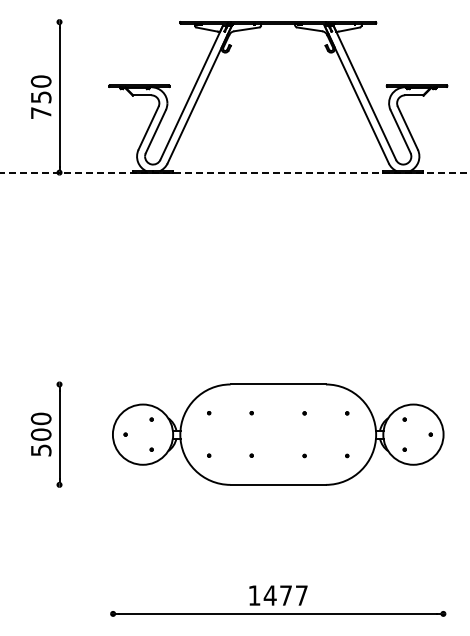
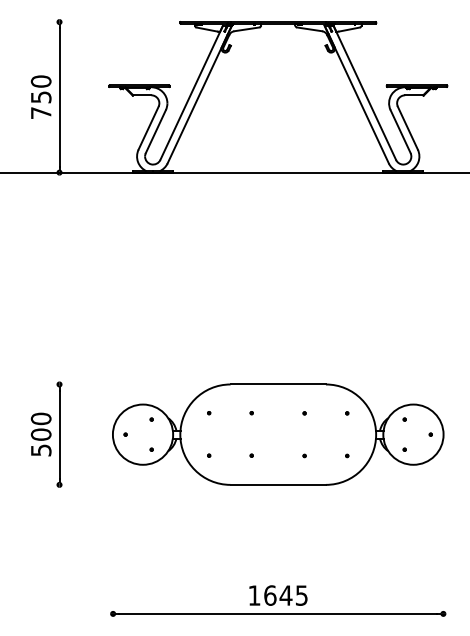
line at (235, 172): dashed -> solid
text at (285, 595): 1477 -> 1645
